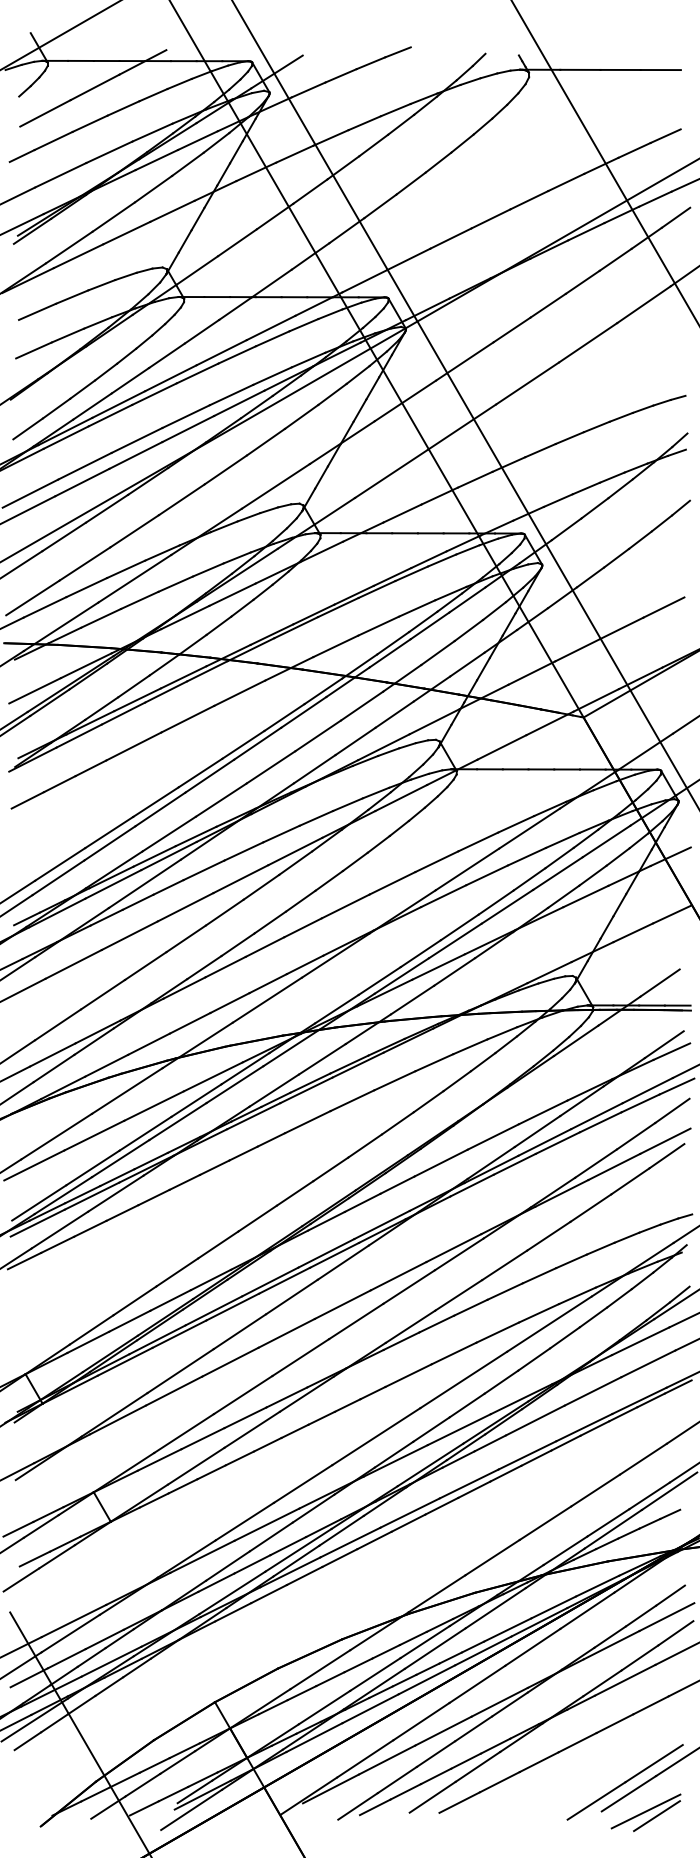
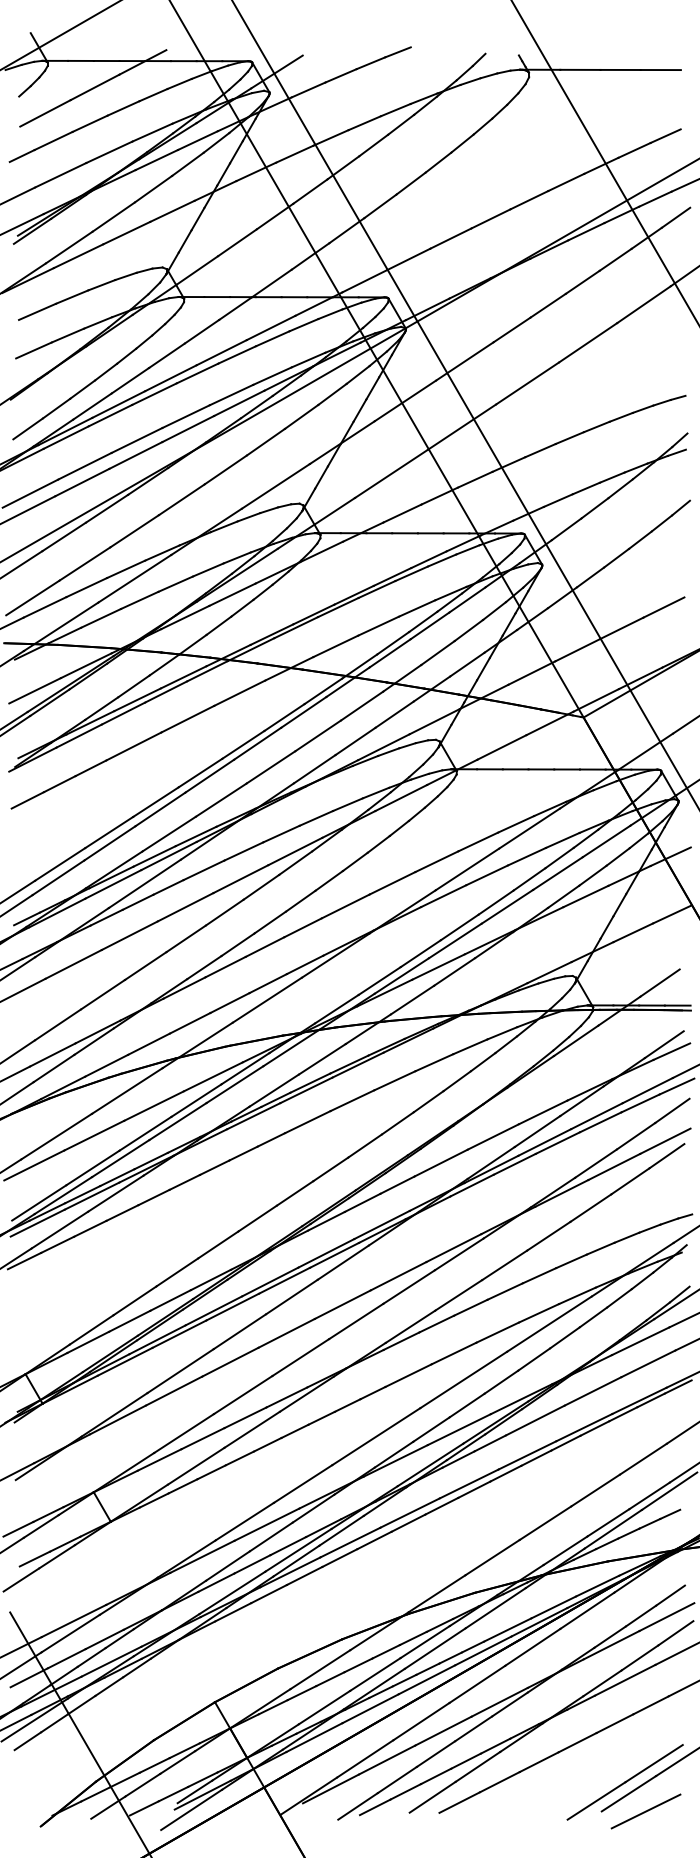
line at (656, 1816): present -> none
